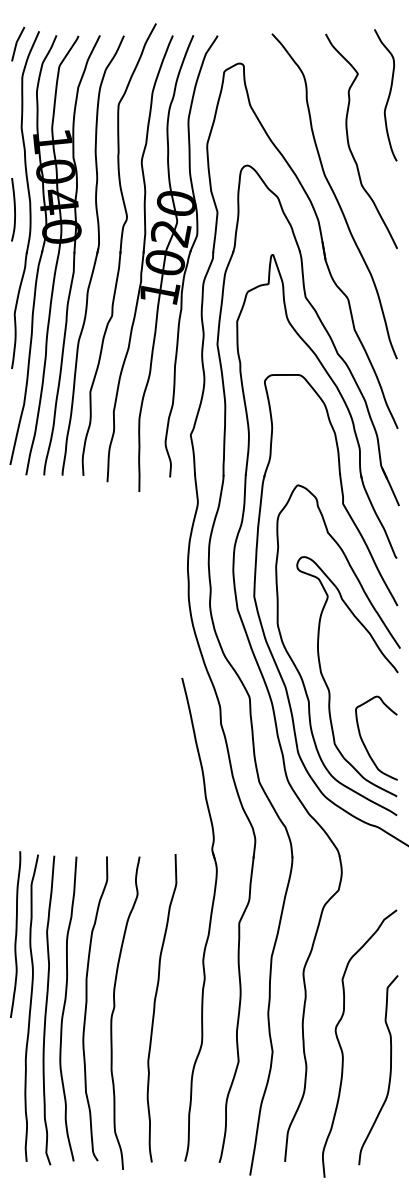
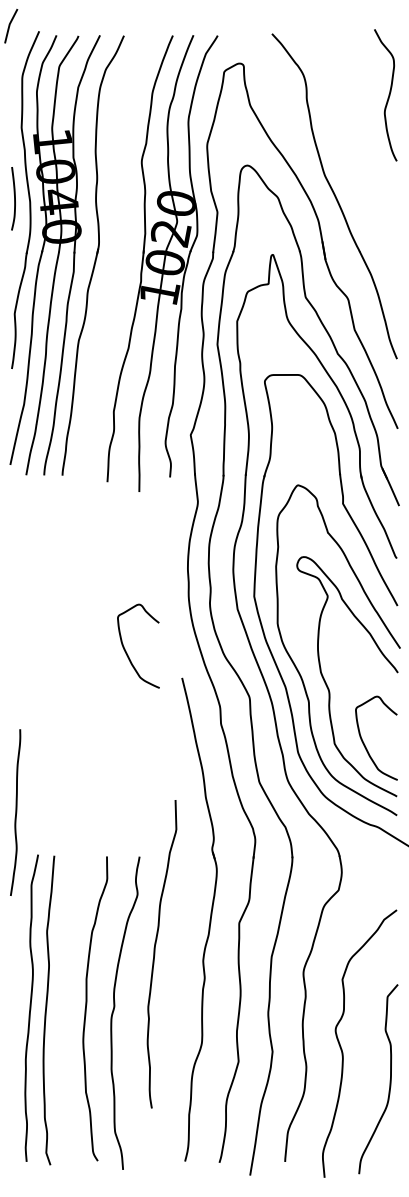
curve at (17, 44) position: (17, 44) -> (10, 26)
curve at (349, 142): present -> none
curve at (14, 209) position: (14, 209) -> (14, 198)
part at (118, 249): present -> none
curve at (126, 650): none -> present
curve at (15, 934) position: (15, 934) -> (15, 812)
curve at (65, 1006): present -> none
curve at (155, 1008) position: (155, 1008) -> (155, 954)
curve at (389, 1071) position: (389, 1071) -> (389, 1080)
